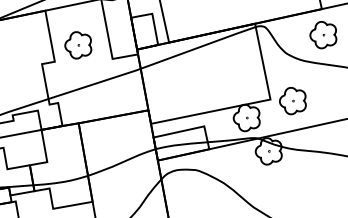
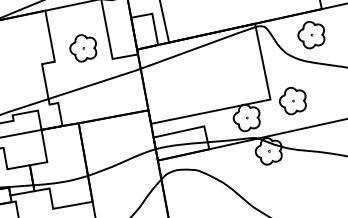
part at (323, 35) position: (323, 35) -> (311, 35)
part at (78, 45) position: (78, 45) -> (83, 48)
